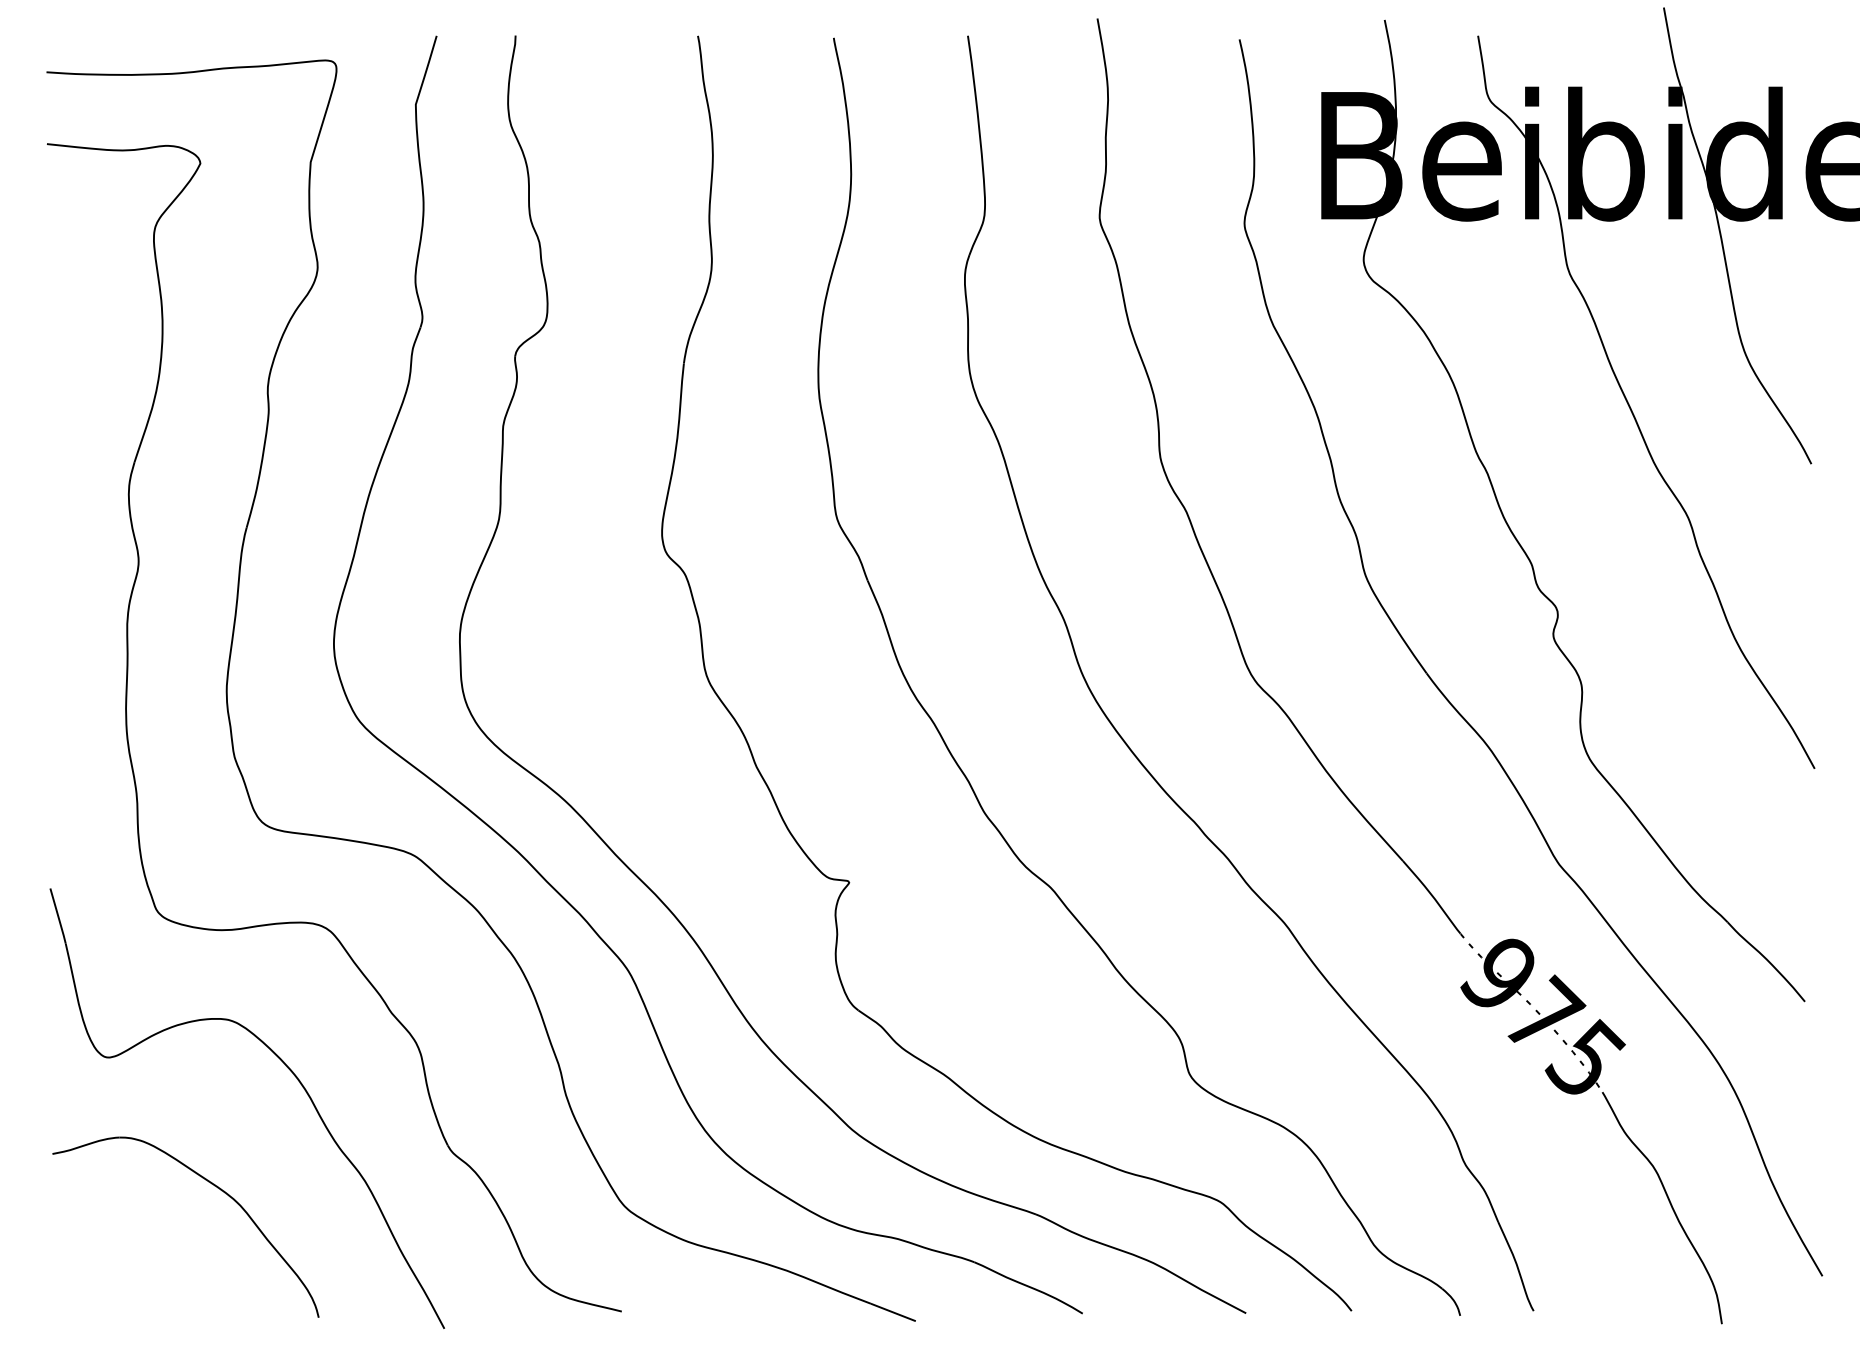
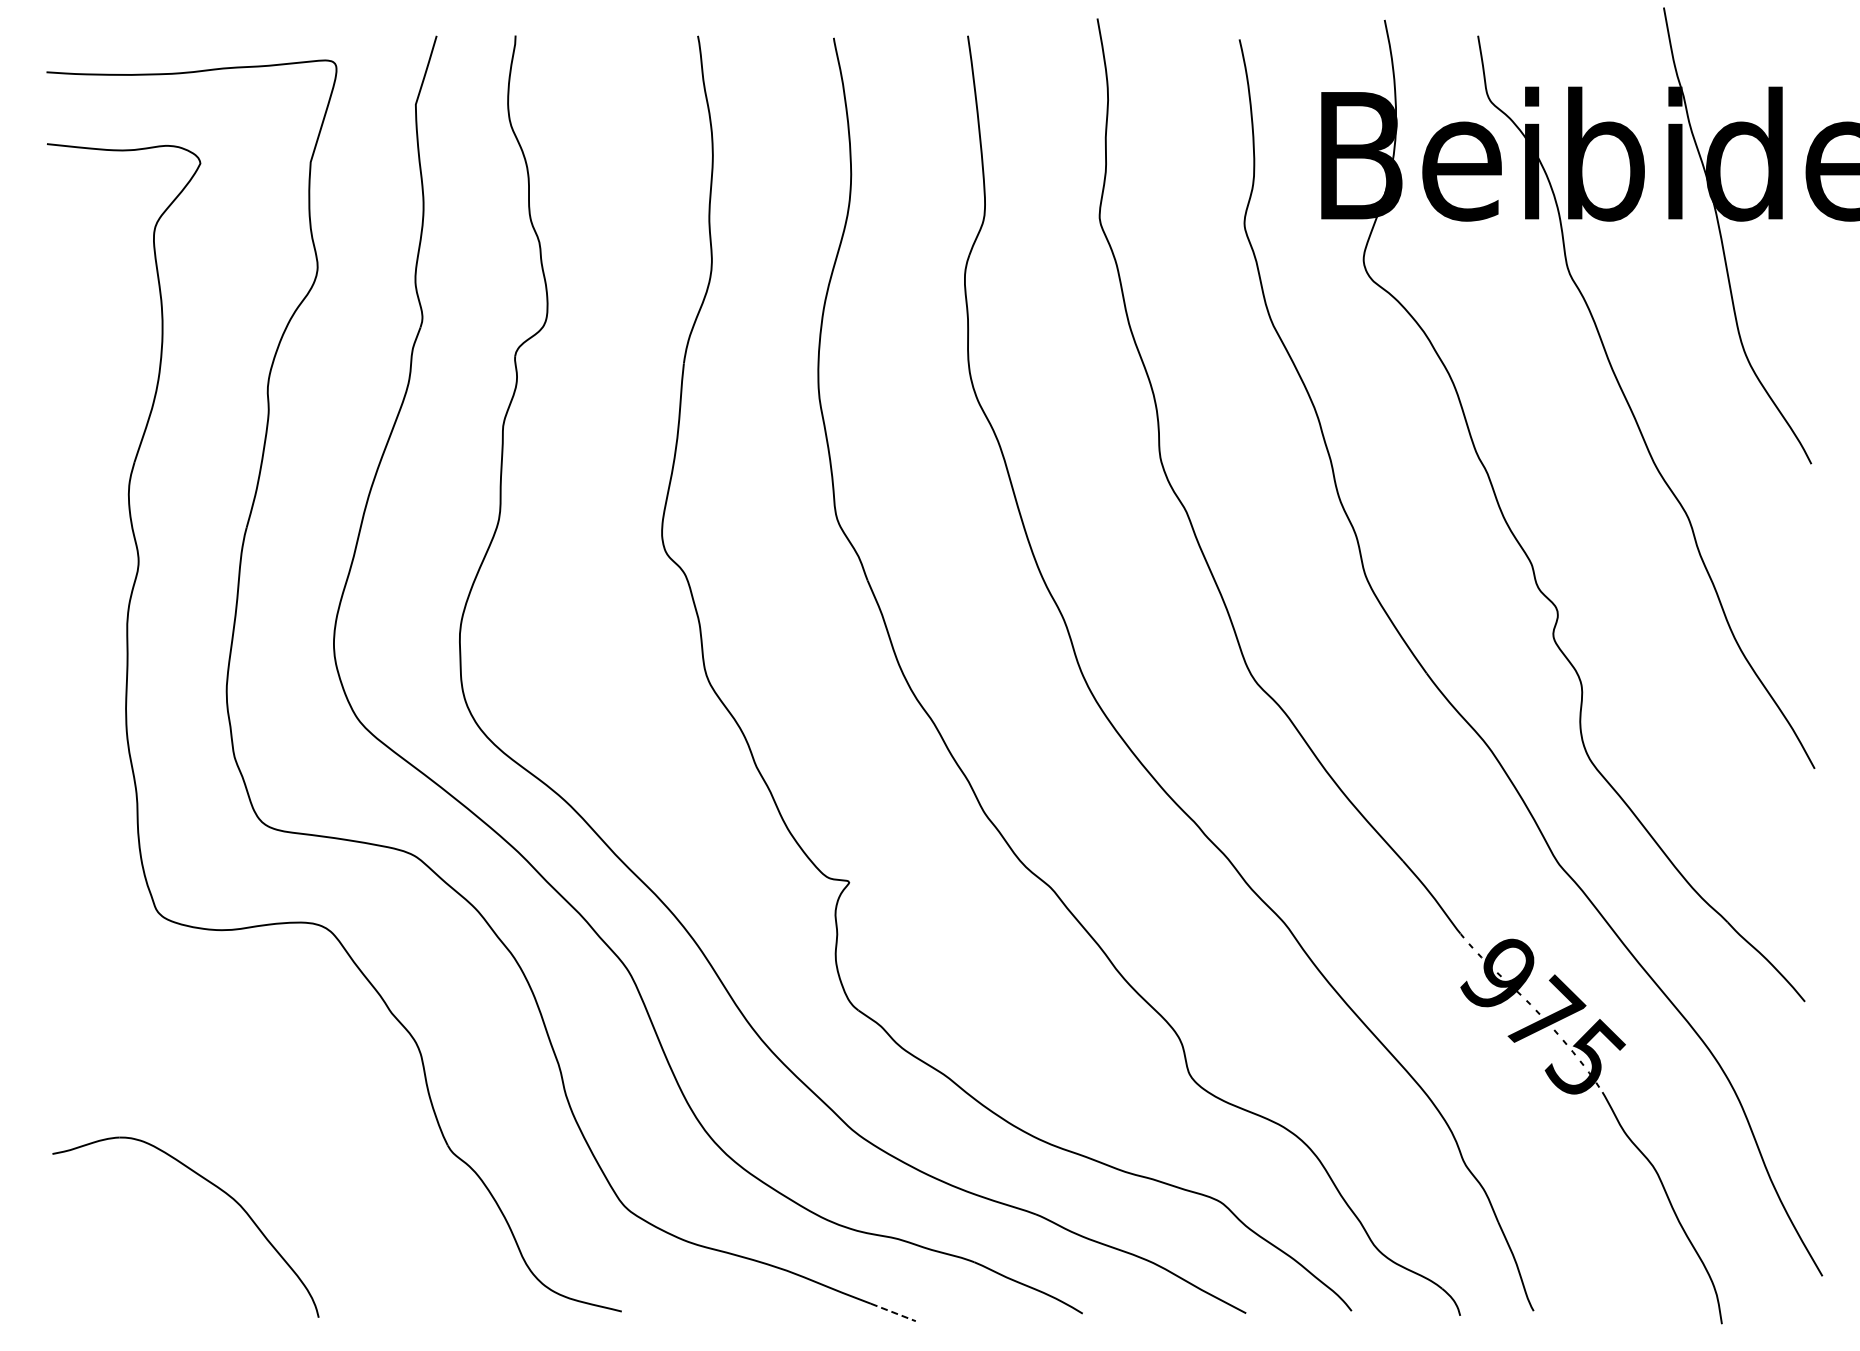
part at (287, 1068): present -> none
line at (893, 1312): solid -> dashed
